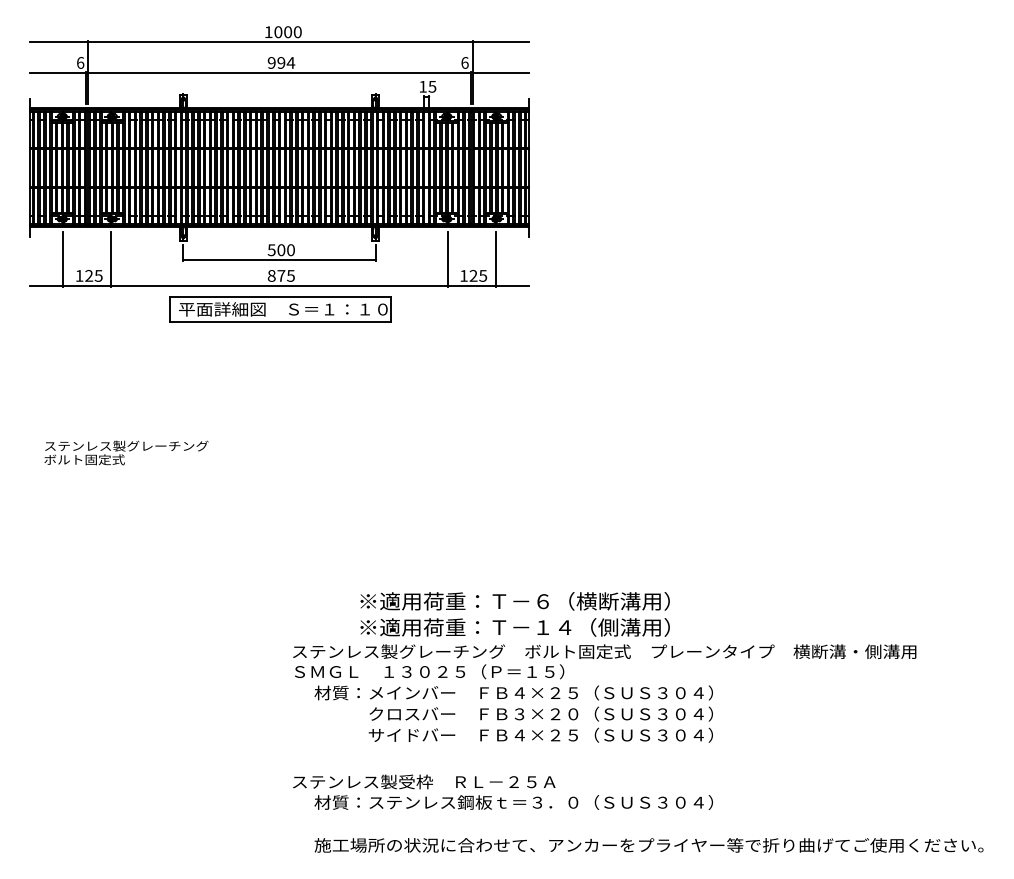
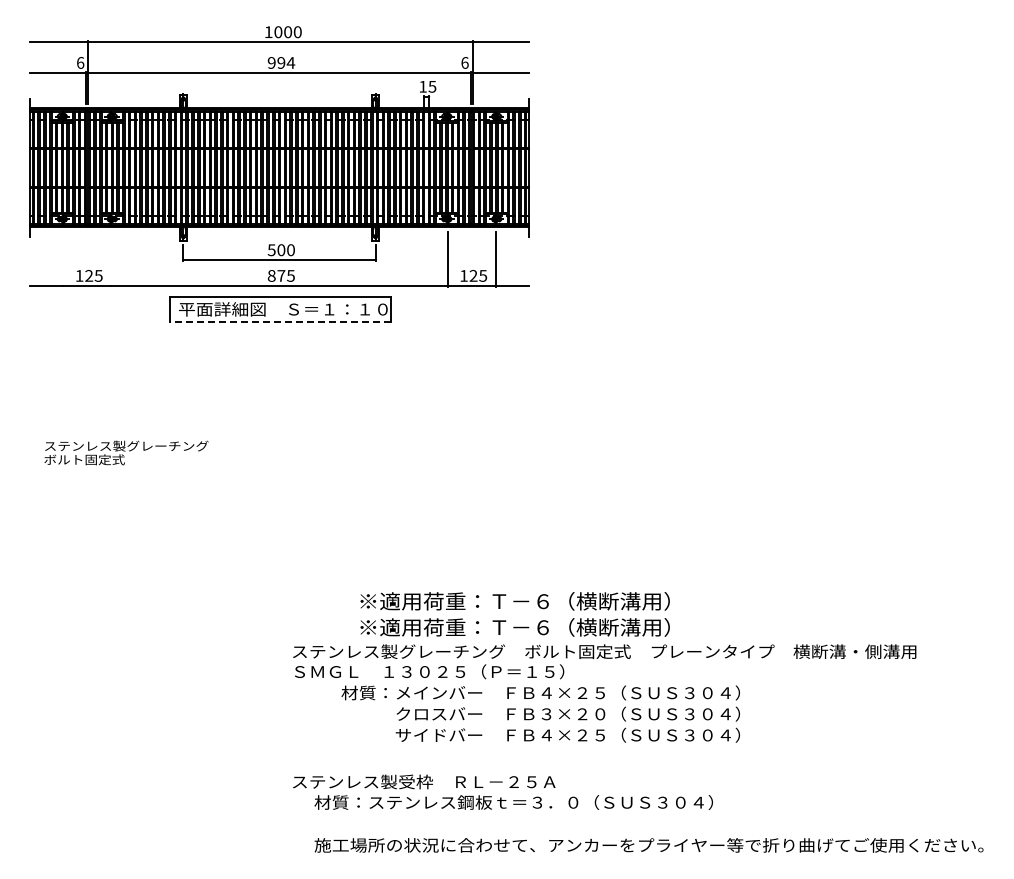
line at (63, 259): present -> none
line at (111, 259): present -> none
line at (280, 322): solid -> dashed
text at (577, 627): ※適用荷重：Ｔ－１４（側溝用） -> ※適用荷重：Ｔ－６（横断溝用）
text at (513, 713) position: (513, 713) -> (540, 713)
